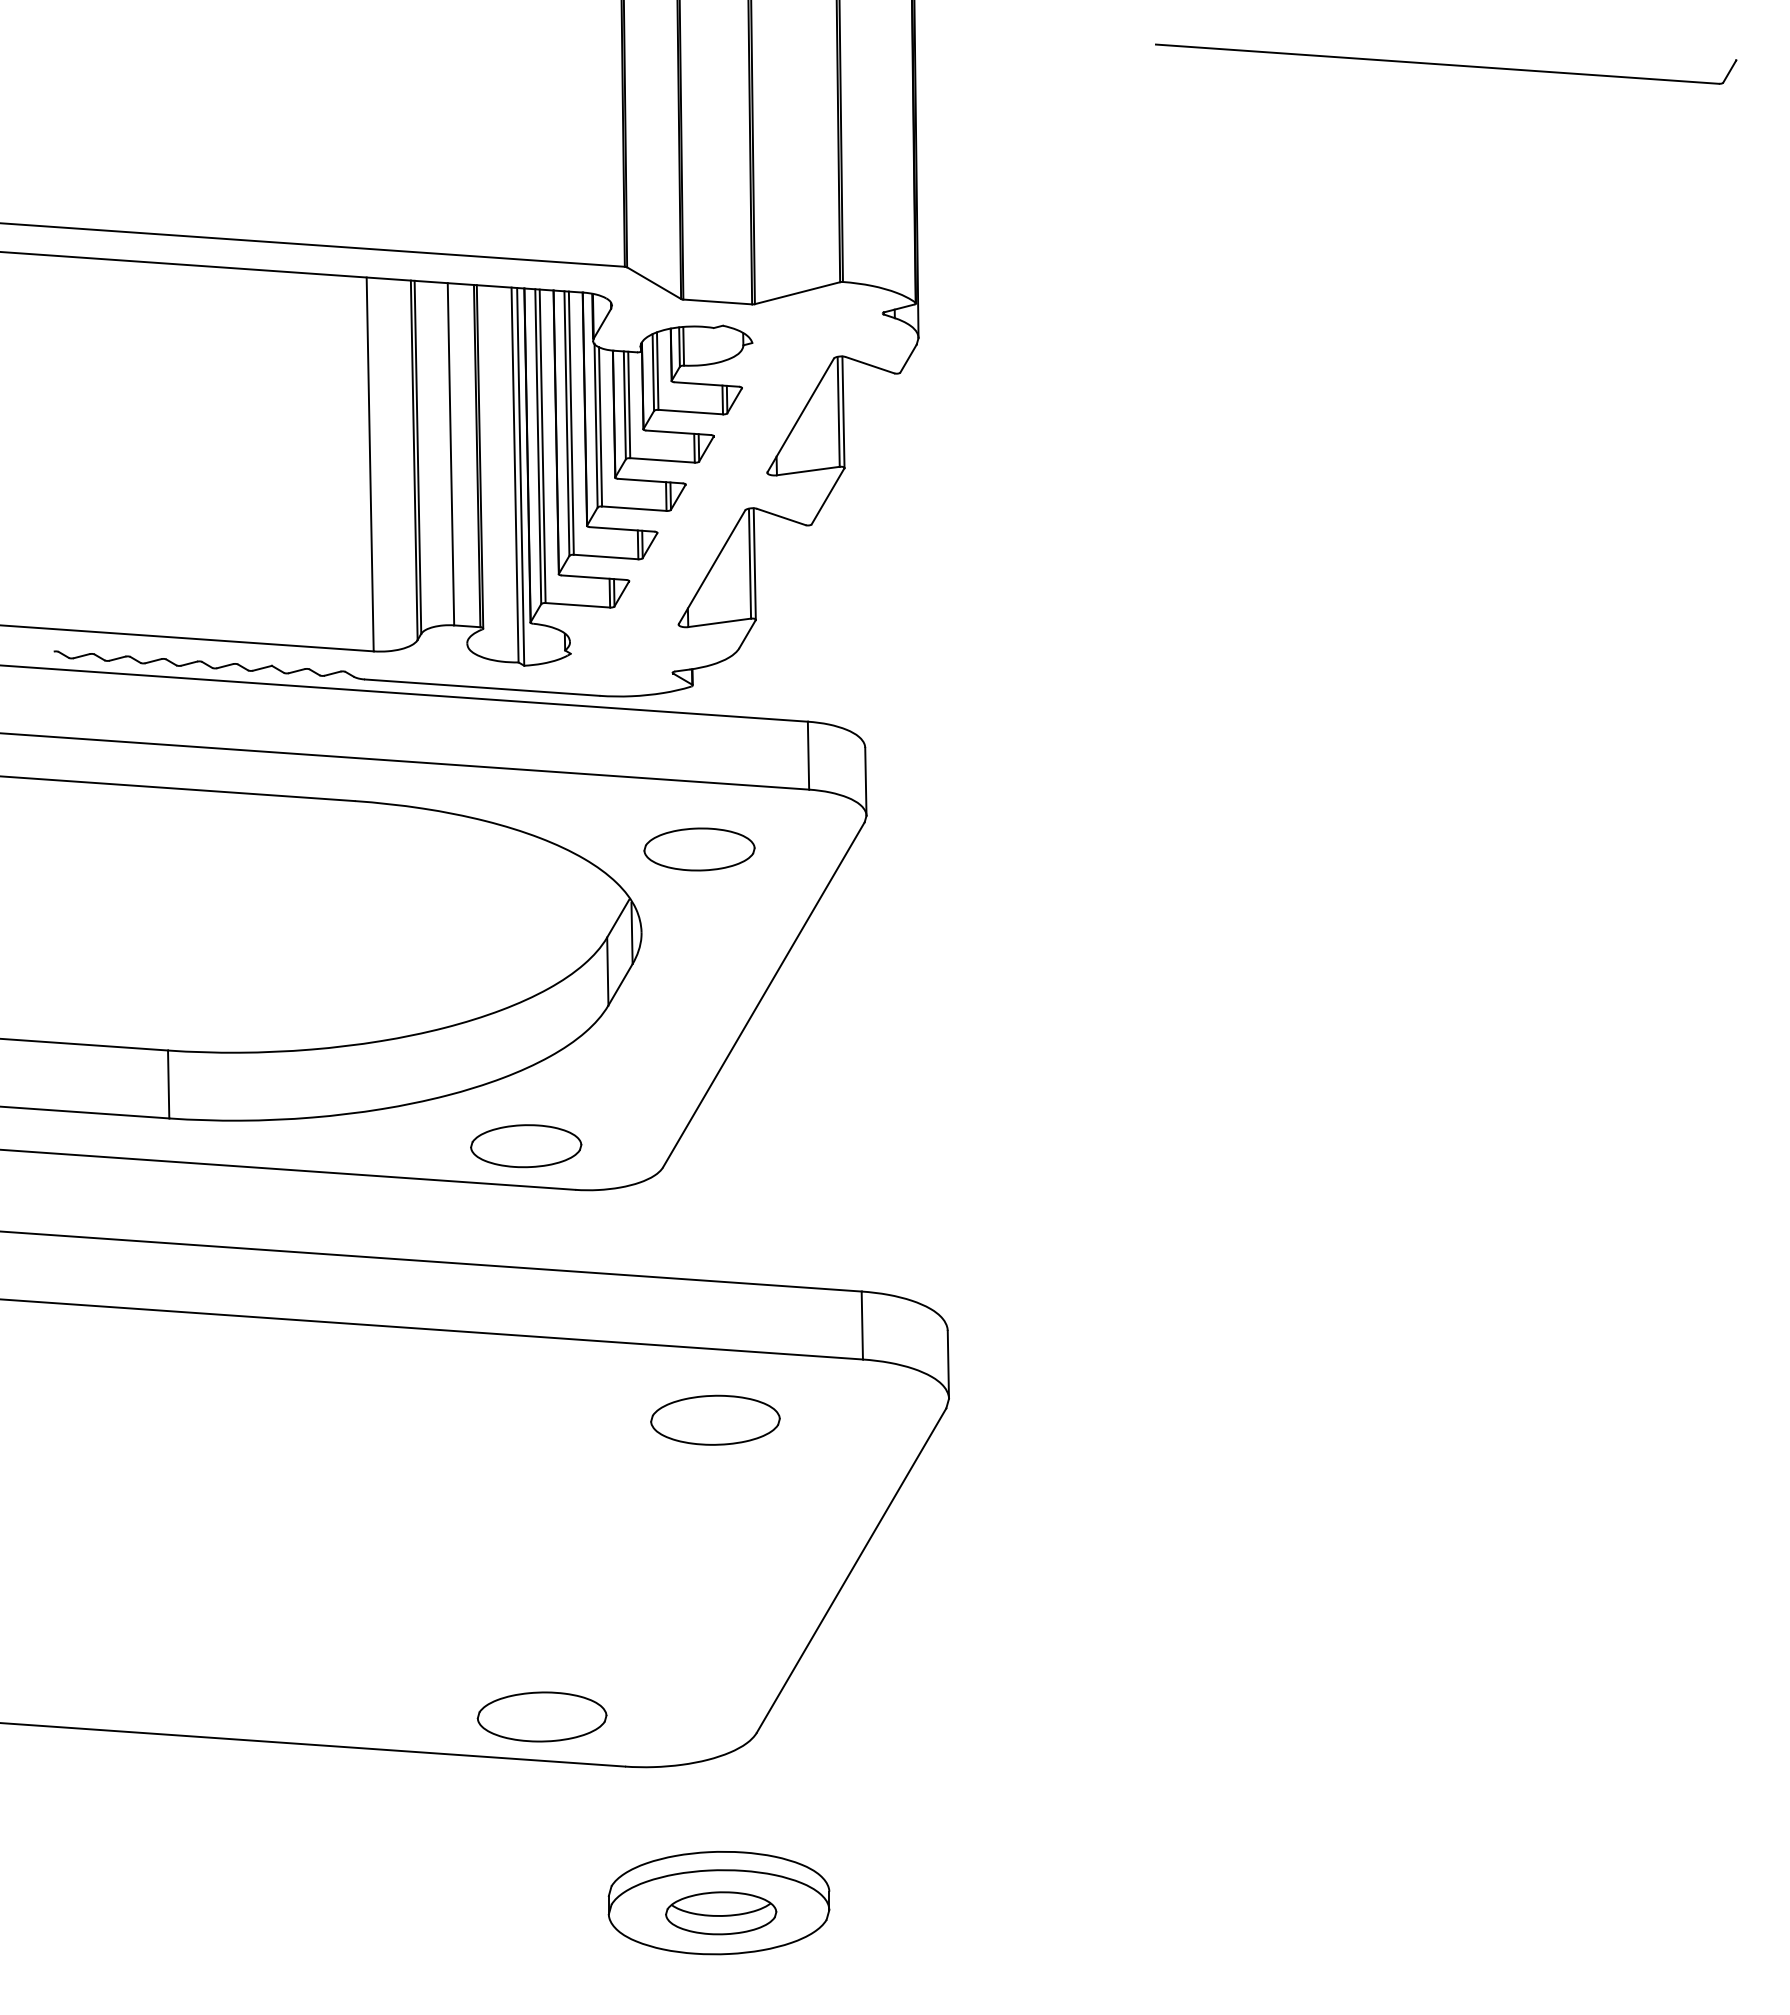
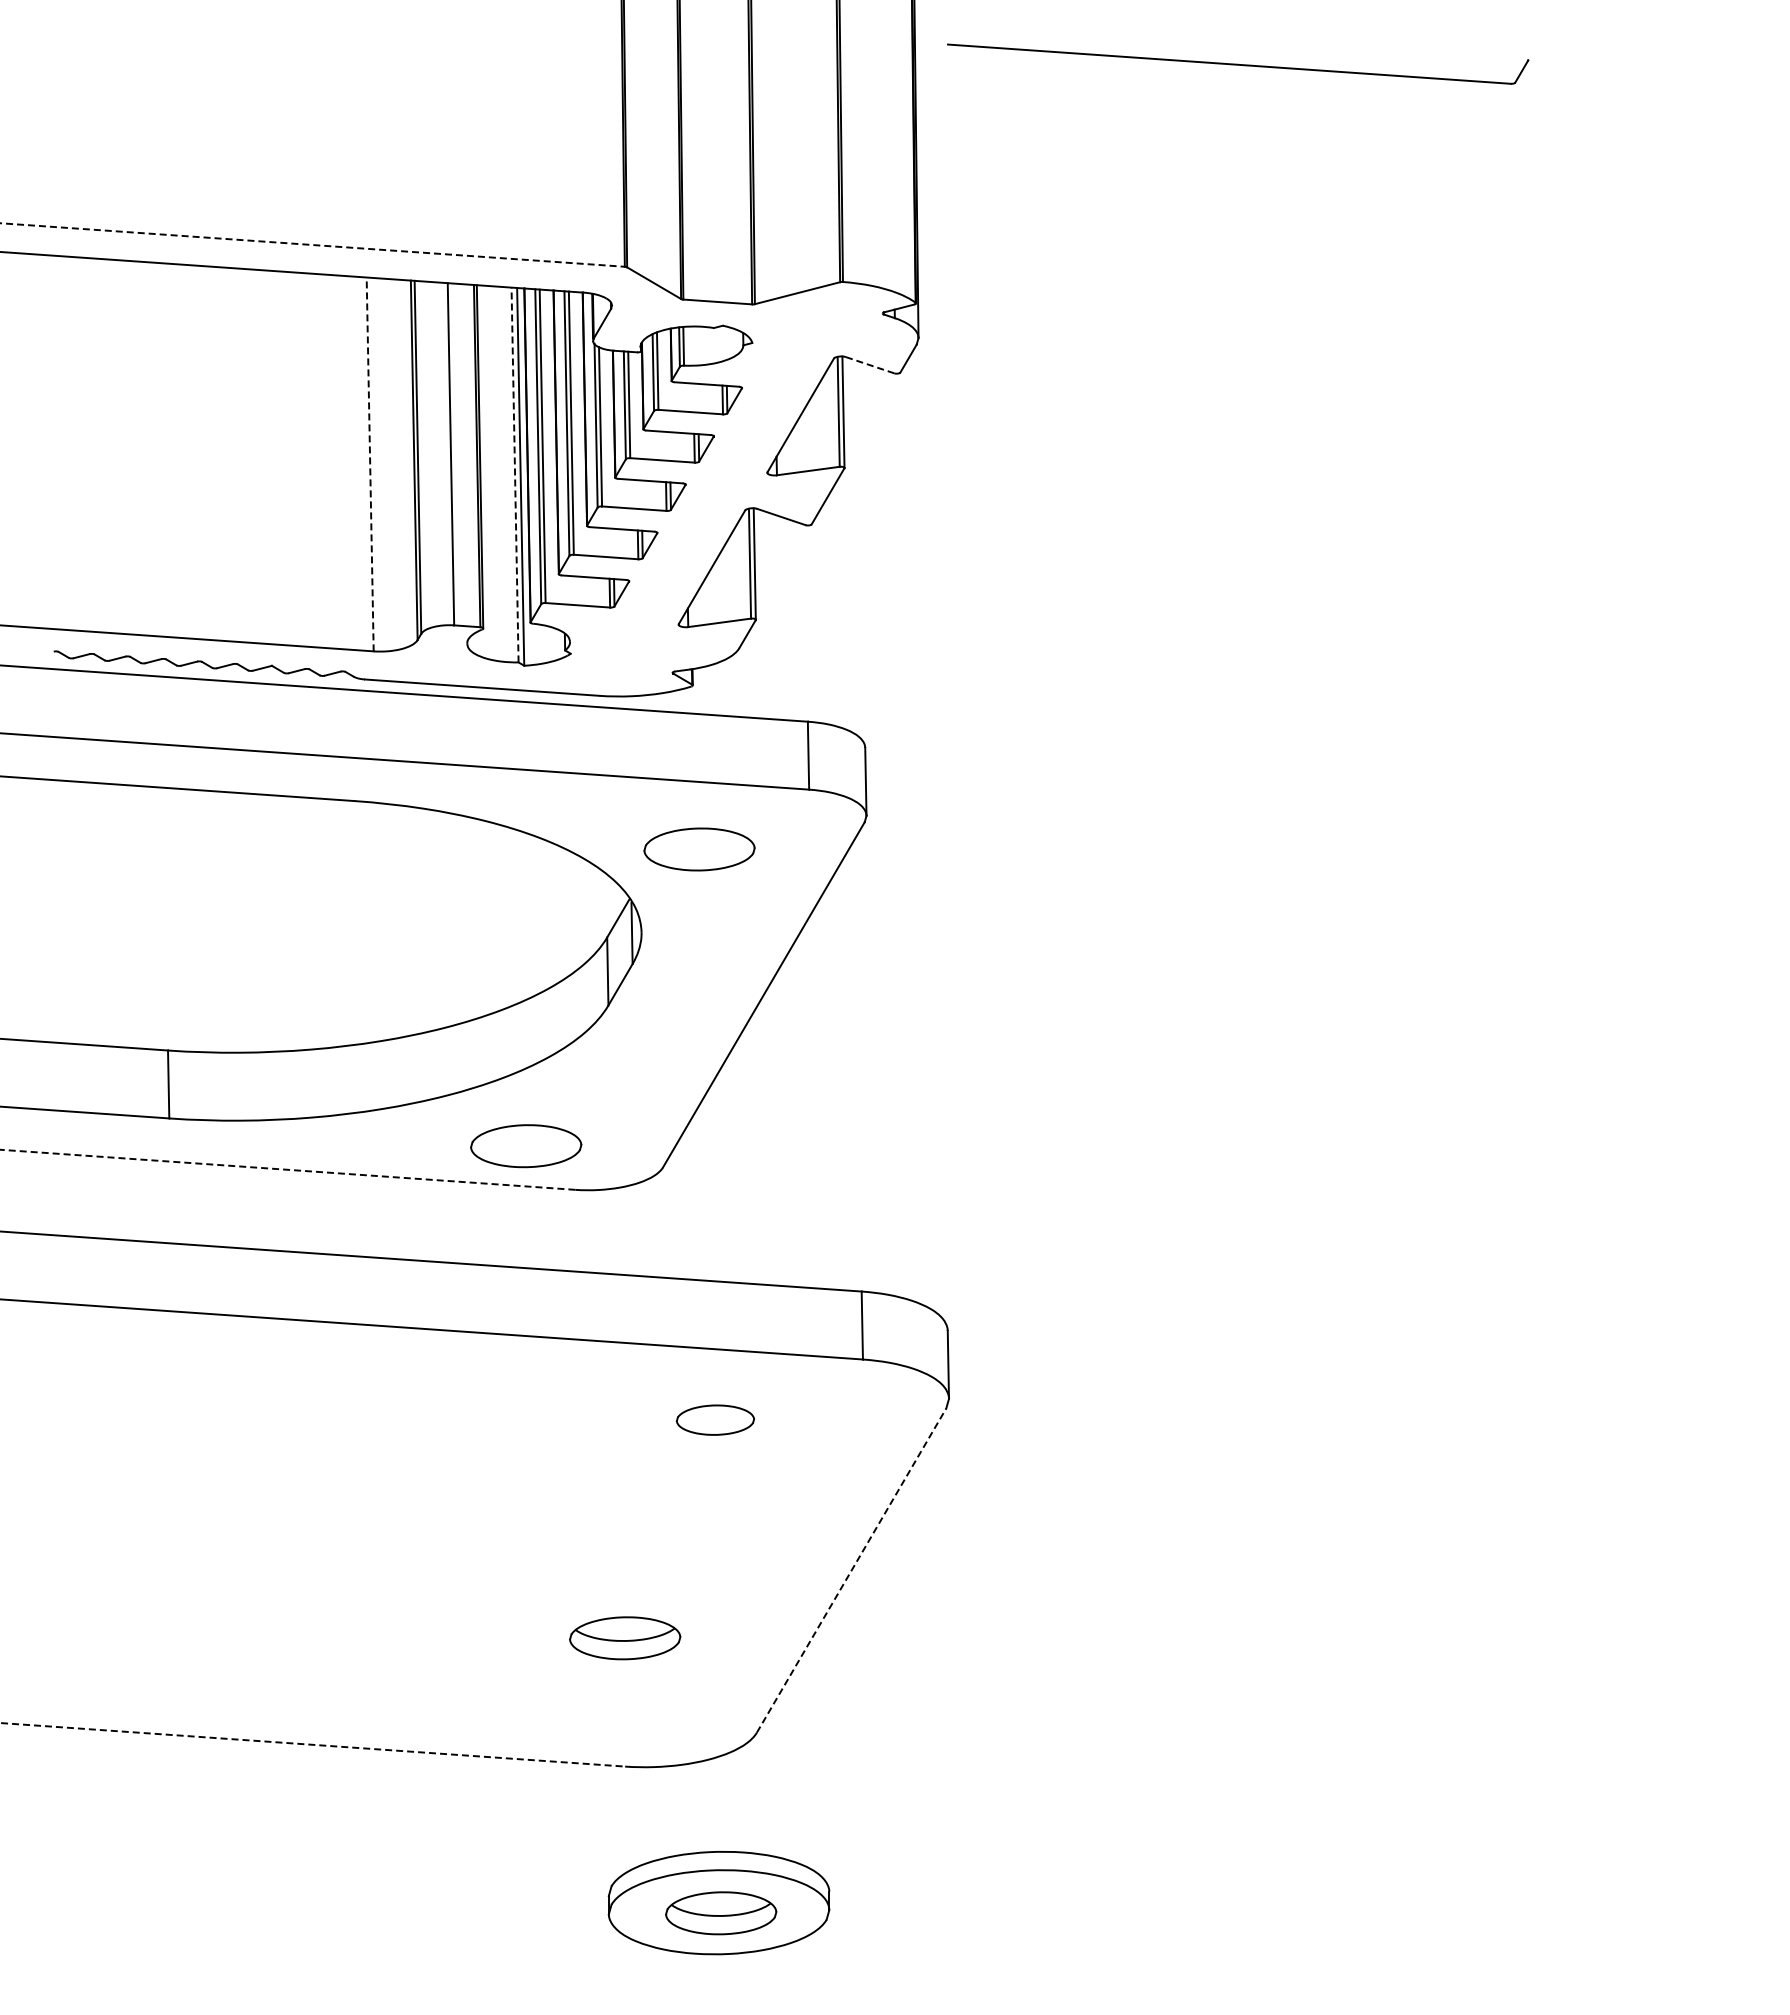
part at (1446, 63) position: (1446, 63) -> (1238, 63)
line at (312, 245): solid -> dashed
line at (870, 365): solid -> dashed
line at (370, 464): solid -> dashed
line at (515, 474): solid -> dashed
line at (288, 1169): solid -> dashed
part at (715, 1419) size: 131x52 px -> 80x32 px
line at (851, 1570): solid -> dashed
part at (625, 1638): none -> present
part at (541, 1716): present -> none
line at (312, 1744): solid -> dashed
